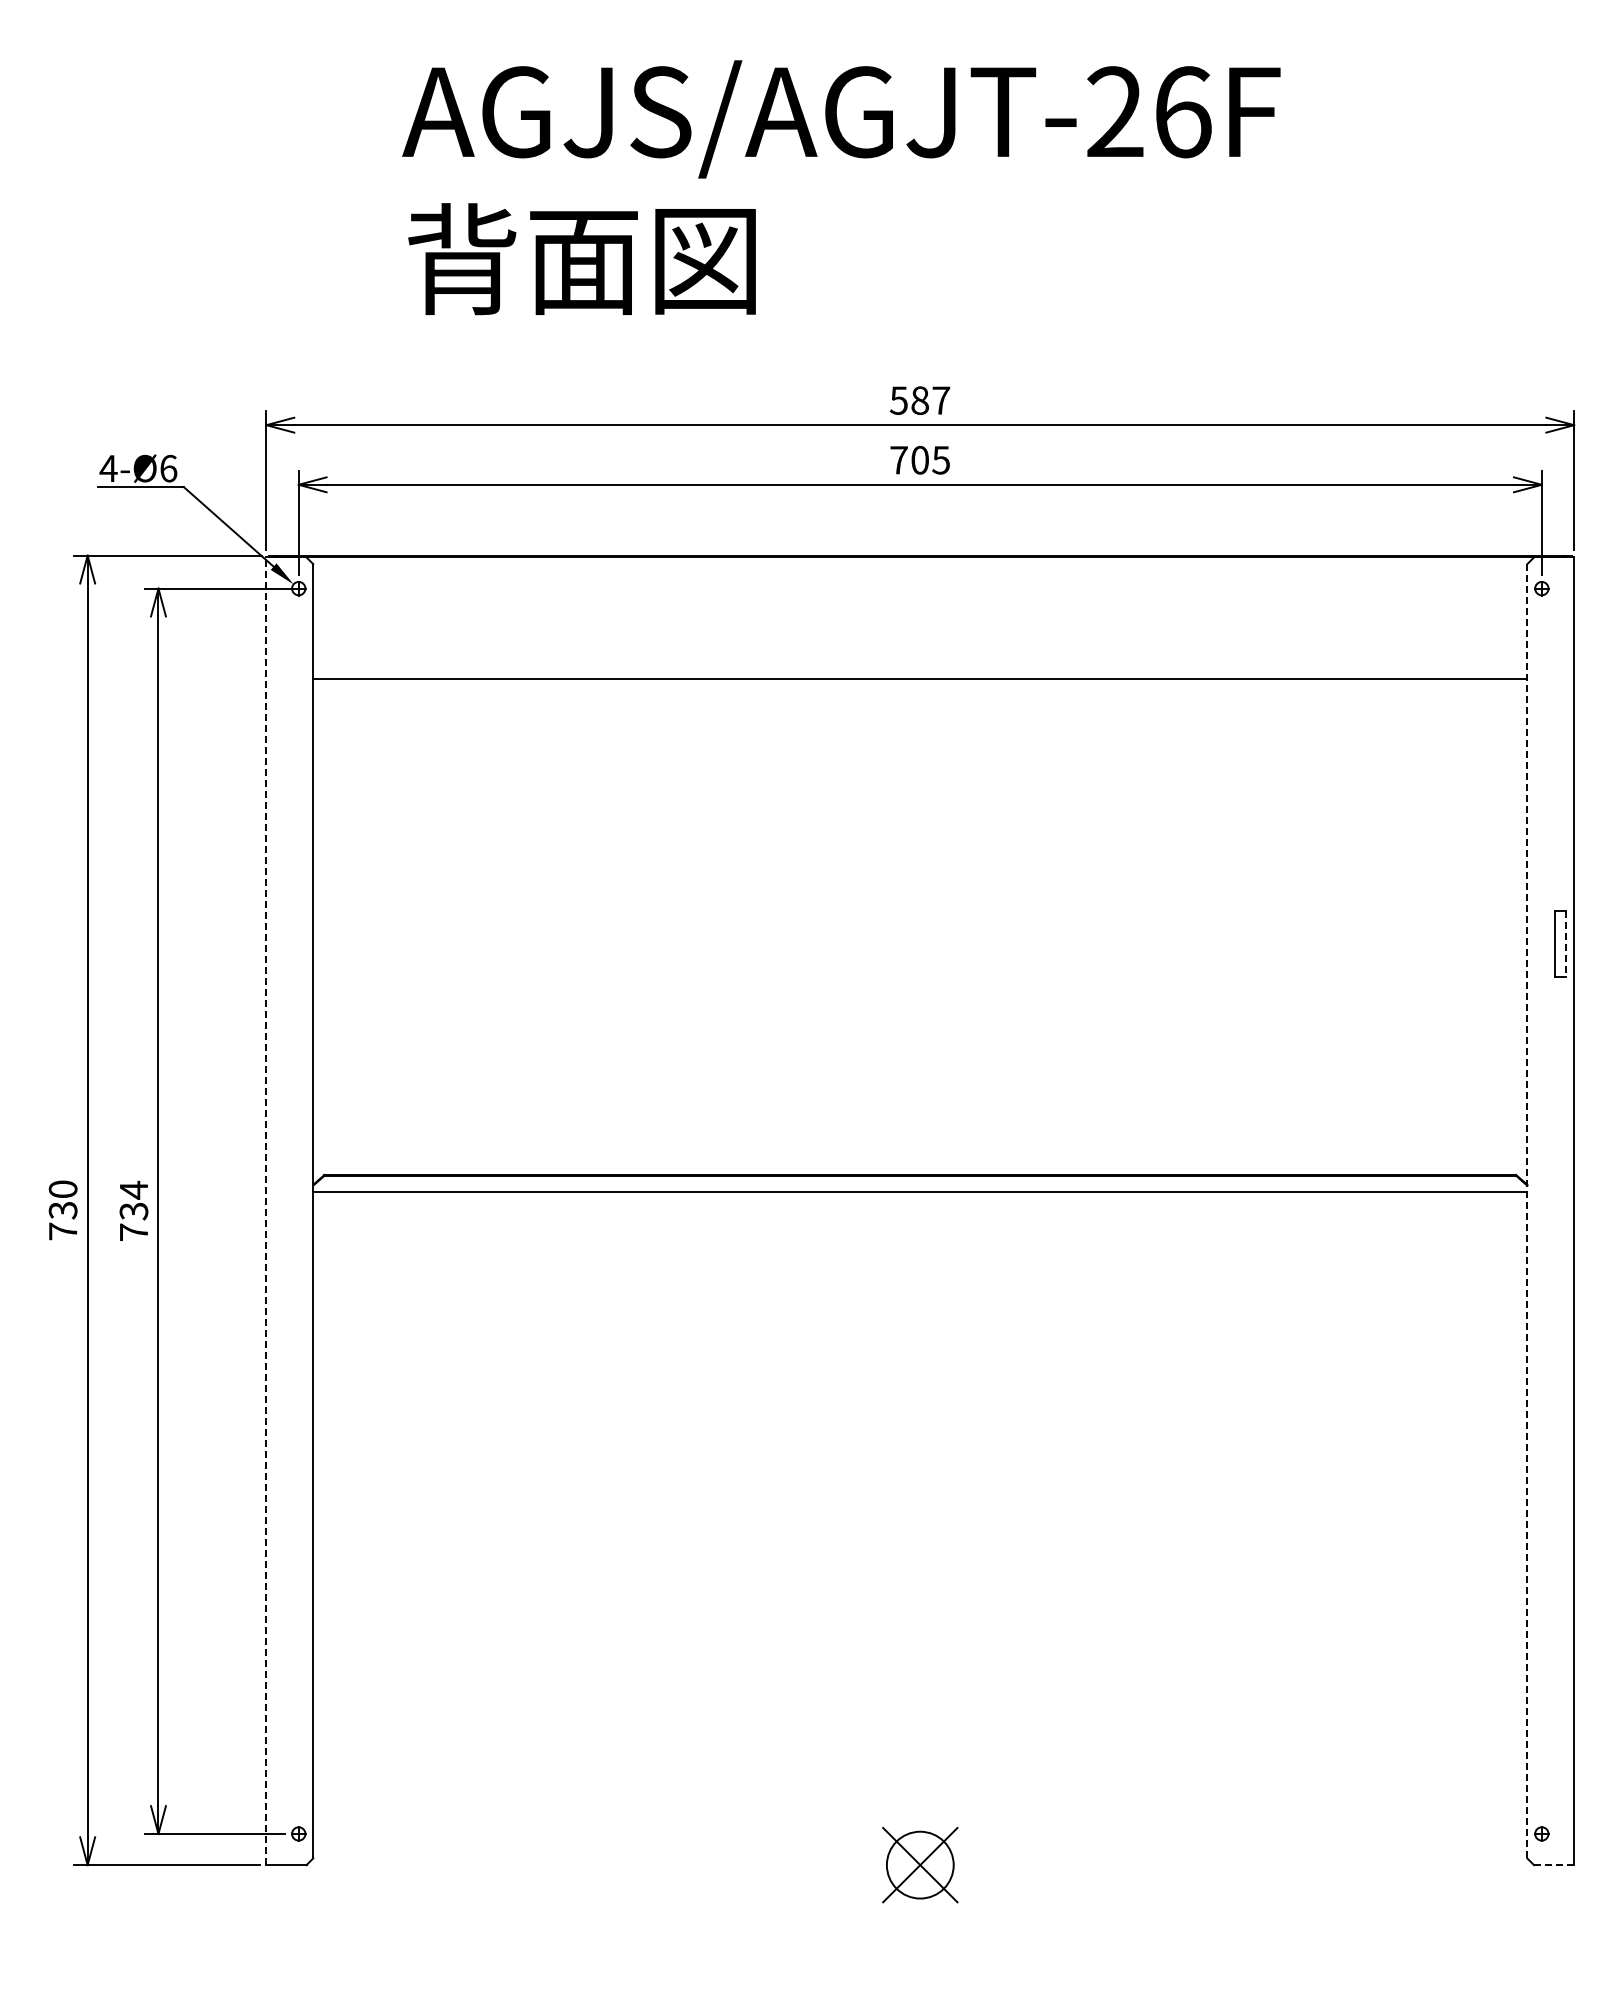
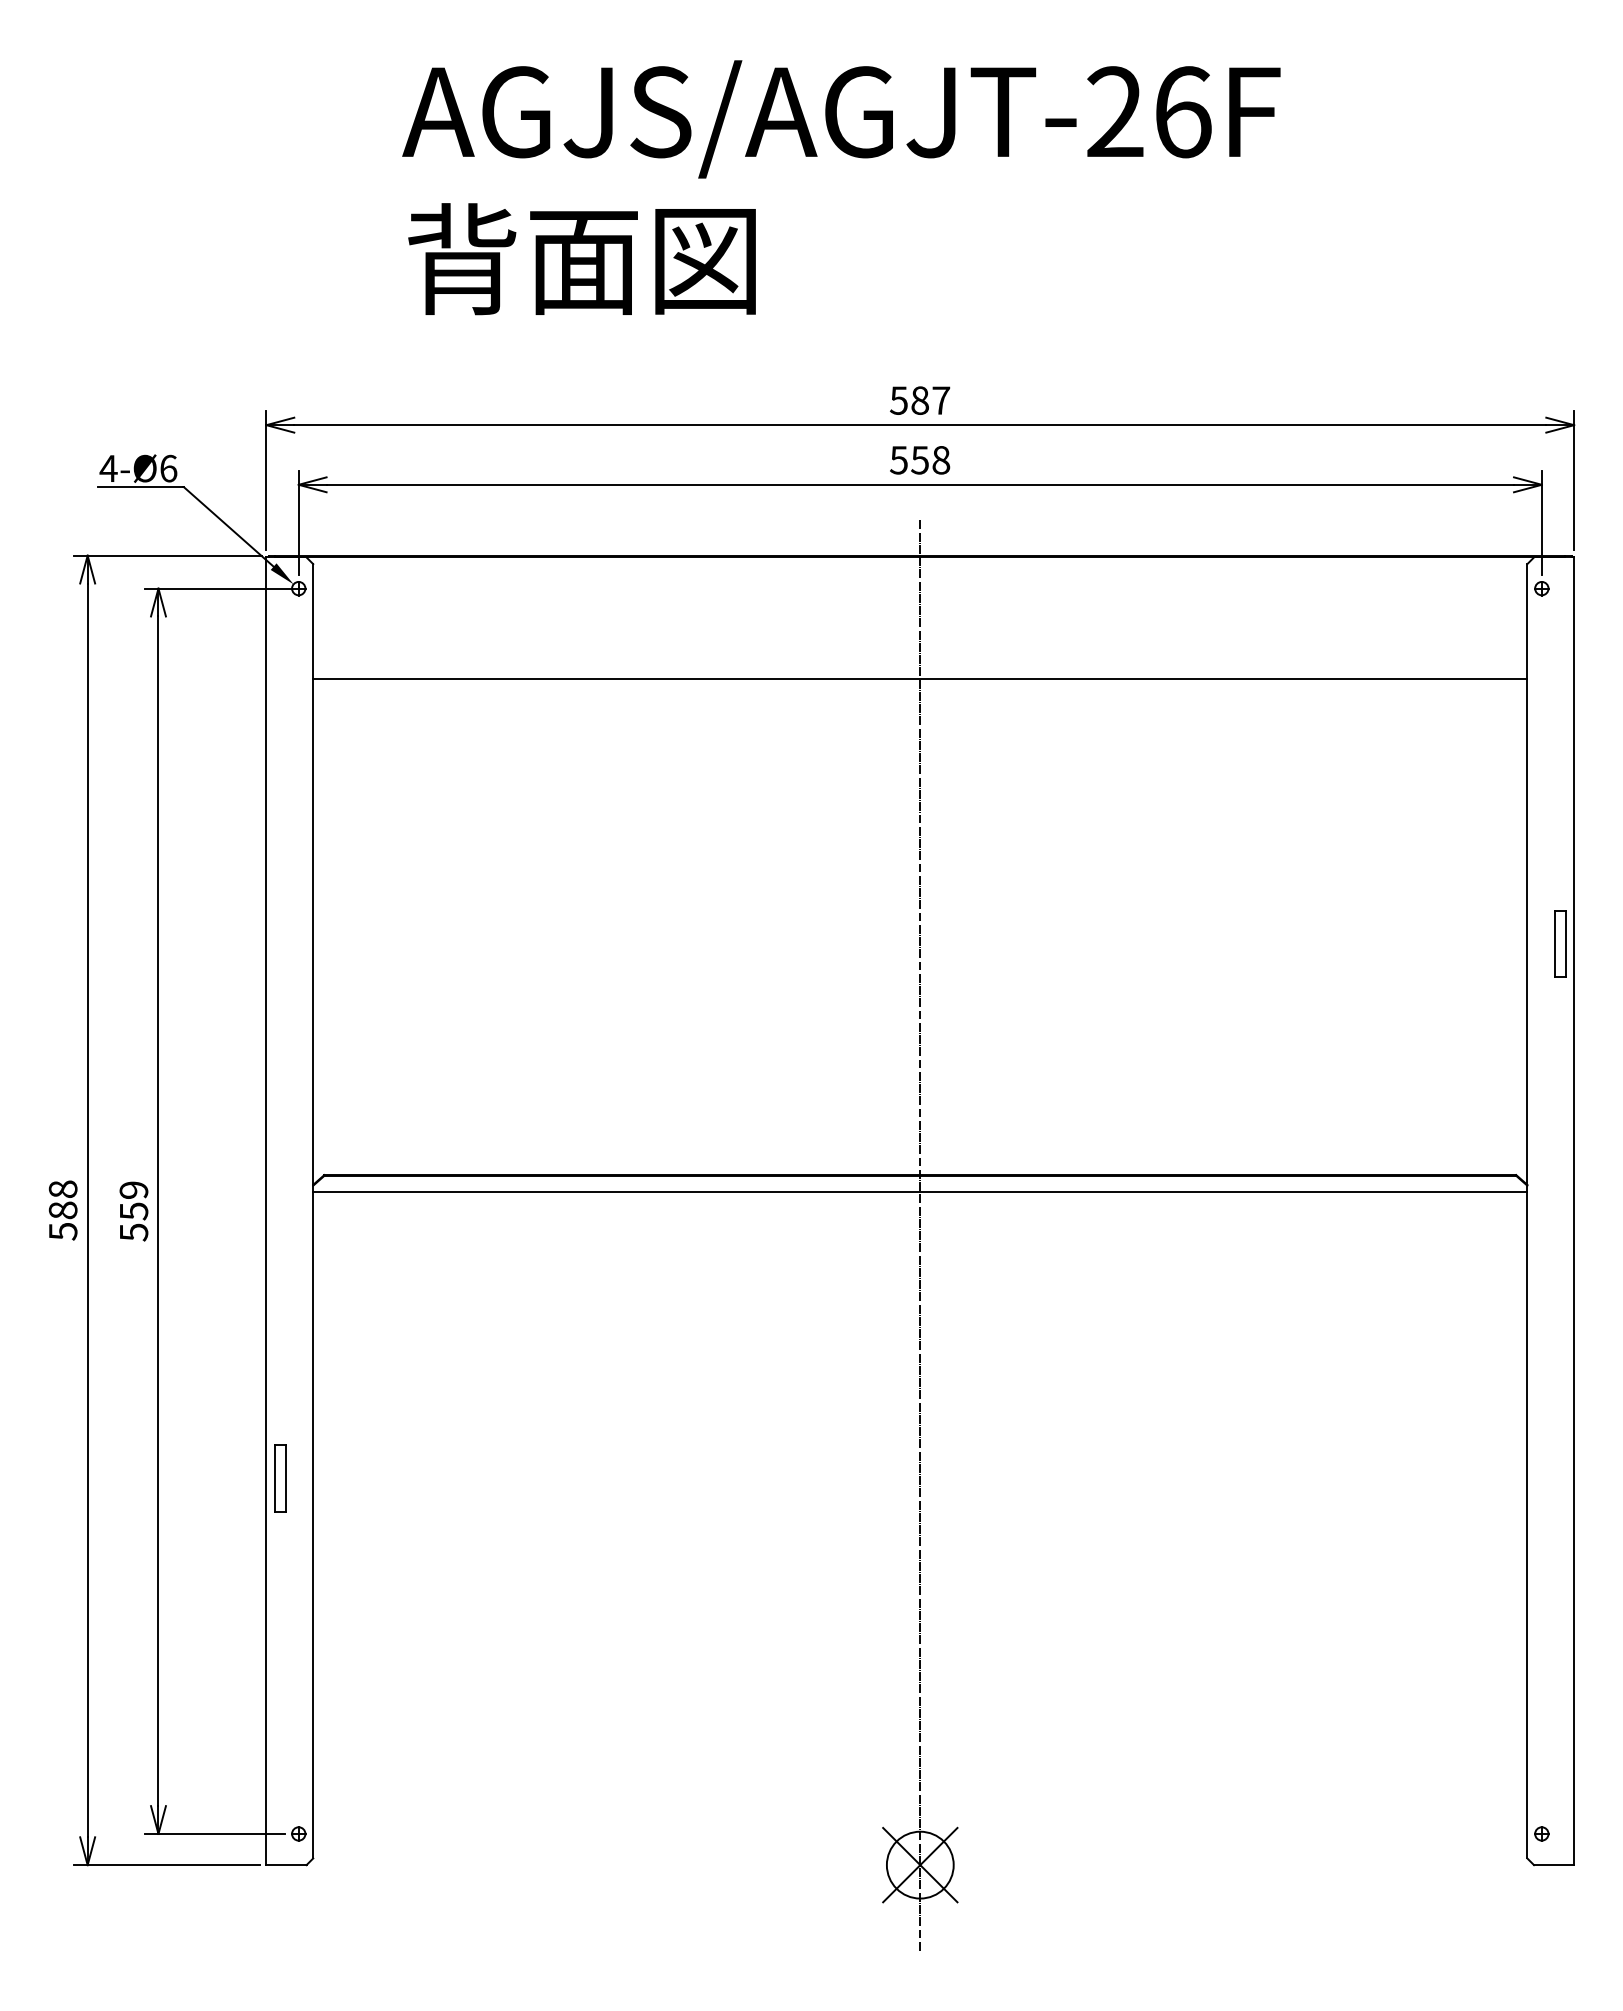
text at (920, 459): 705 -> 558
line at (1565, 944): dashed -> solid
text at (62, 1210): 730 -> 588
text at (133, 1210): 734 -> 559
line at (266, 1211): dashed -> solid
line at (1527, 1211): dashed -> solid
line at (920, 1234): none -> present
part at (280, 1478): none -> present
line at (1554, 1865): dashed -> solid
